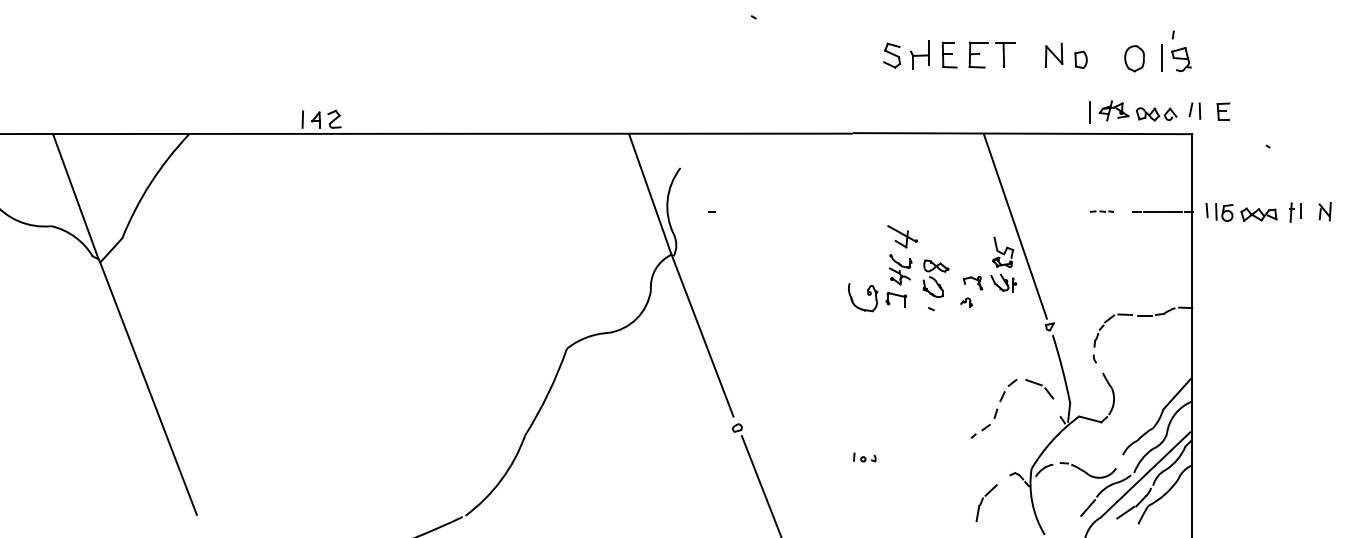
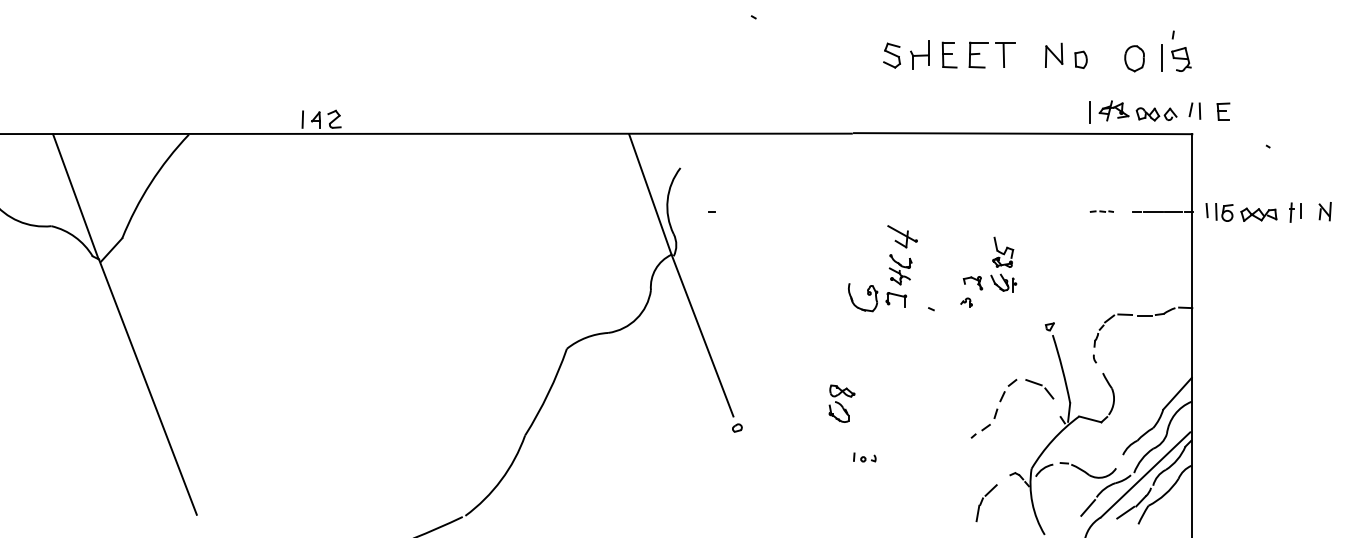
line at (1015, 226): present -> none
part at (935, 278) position: (935, 278) -> (841, 403)
line at (760, 485): present -> none
